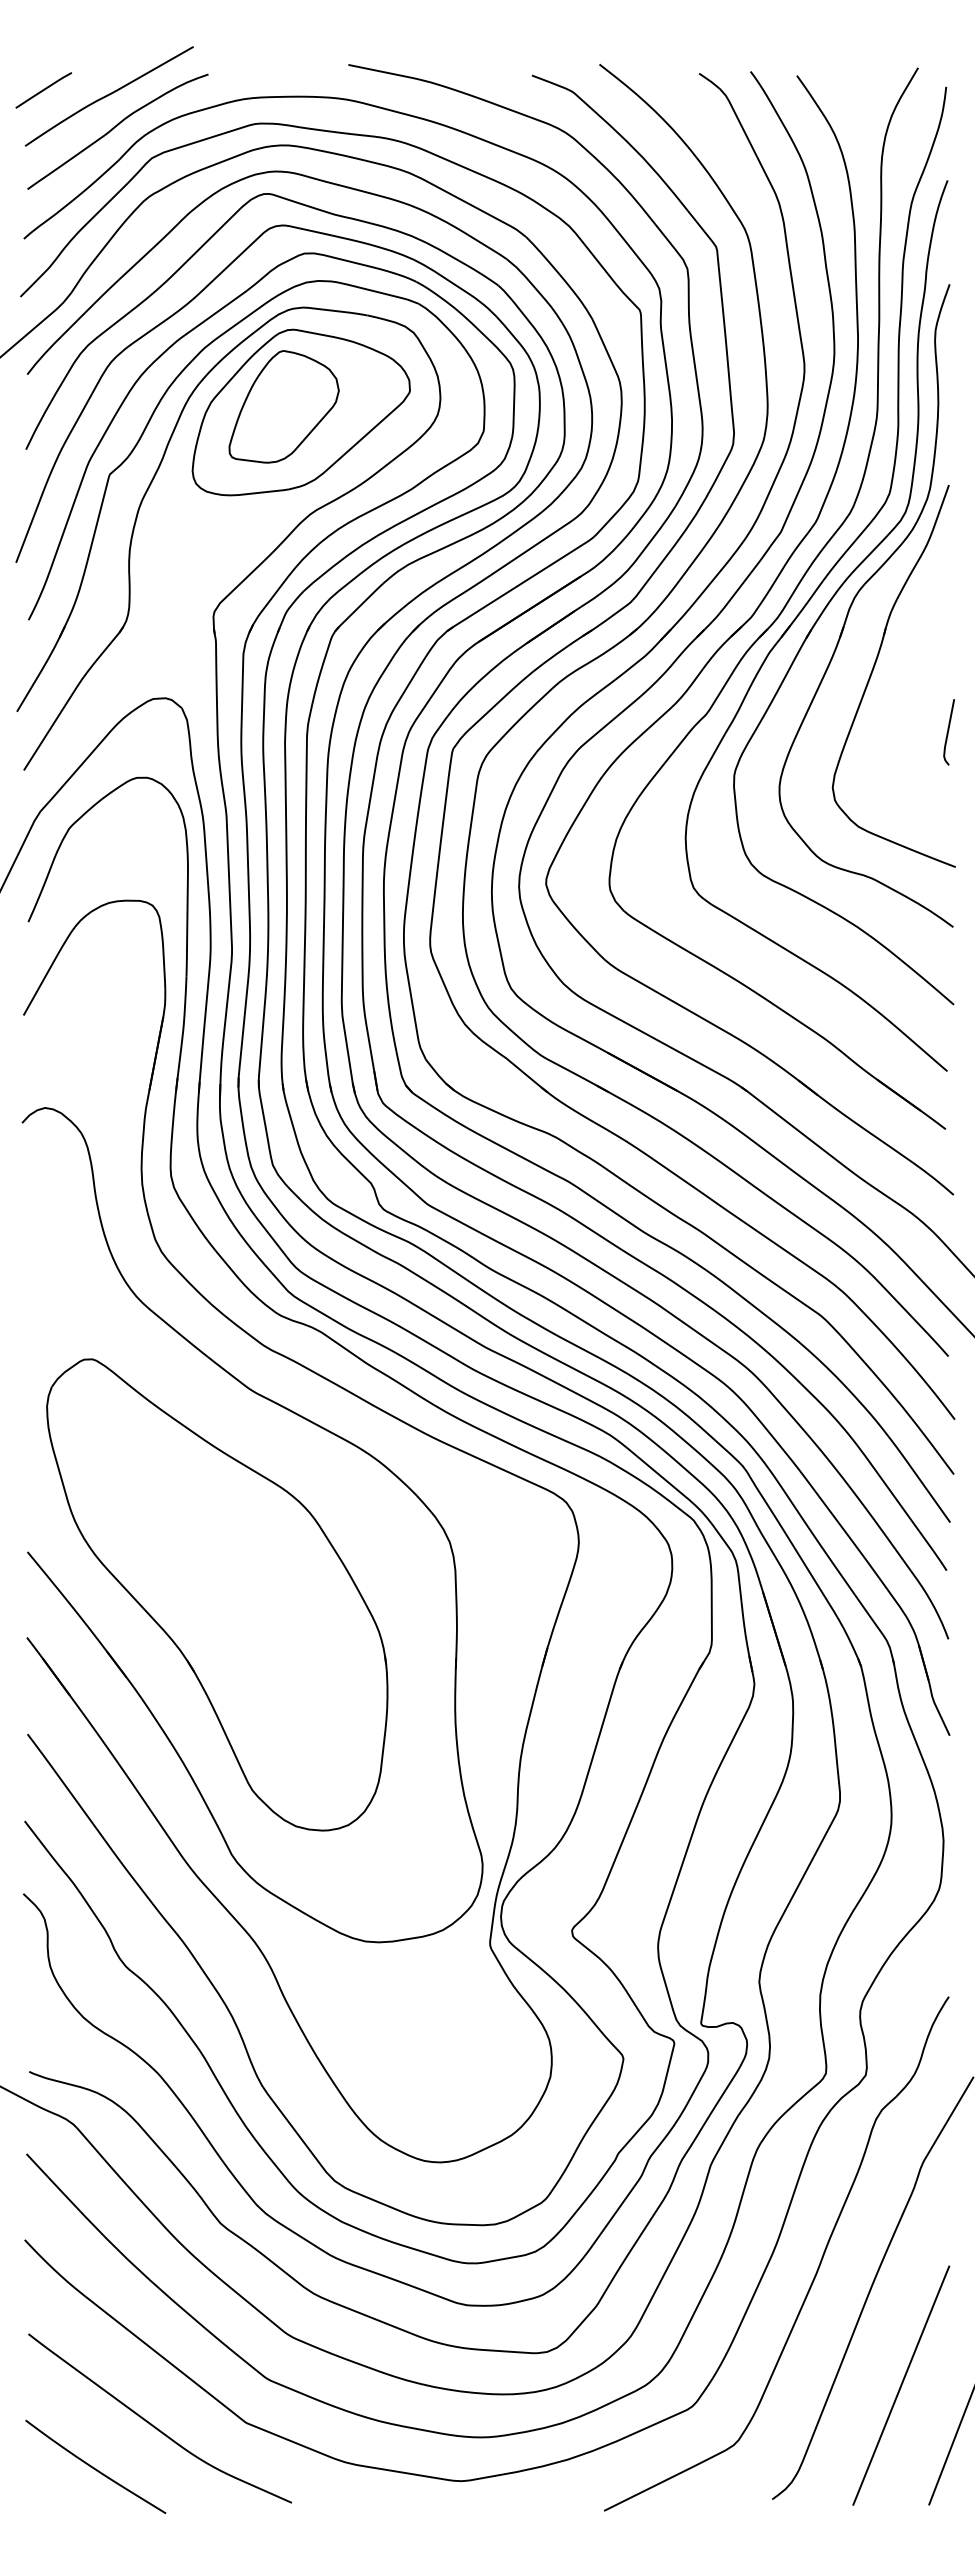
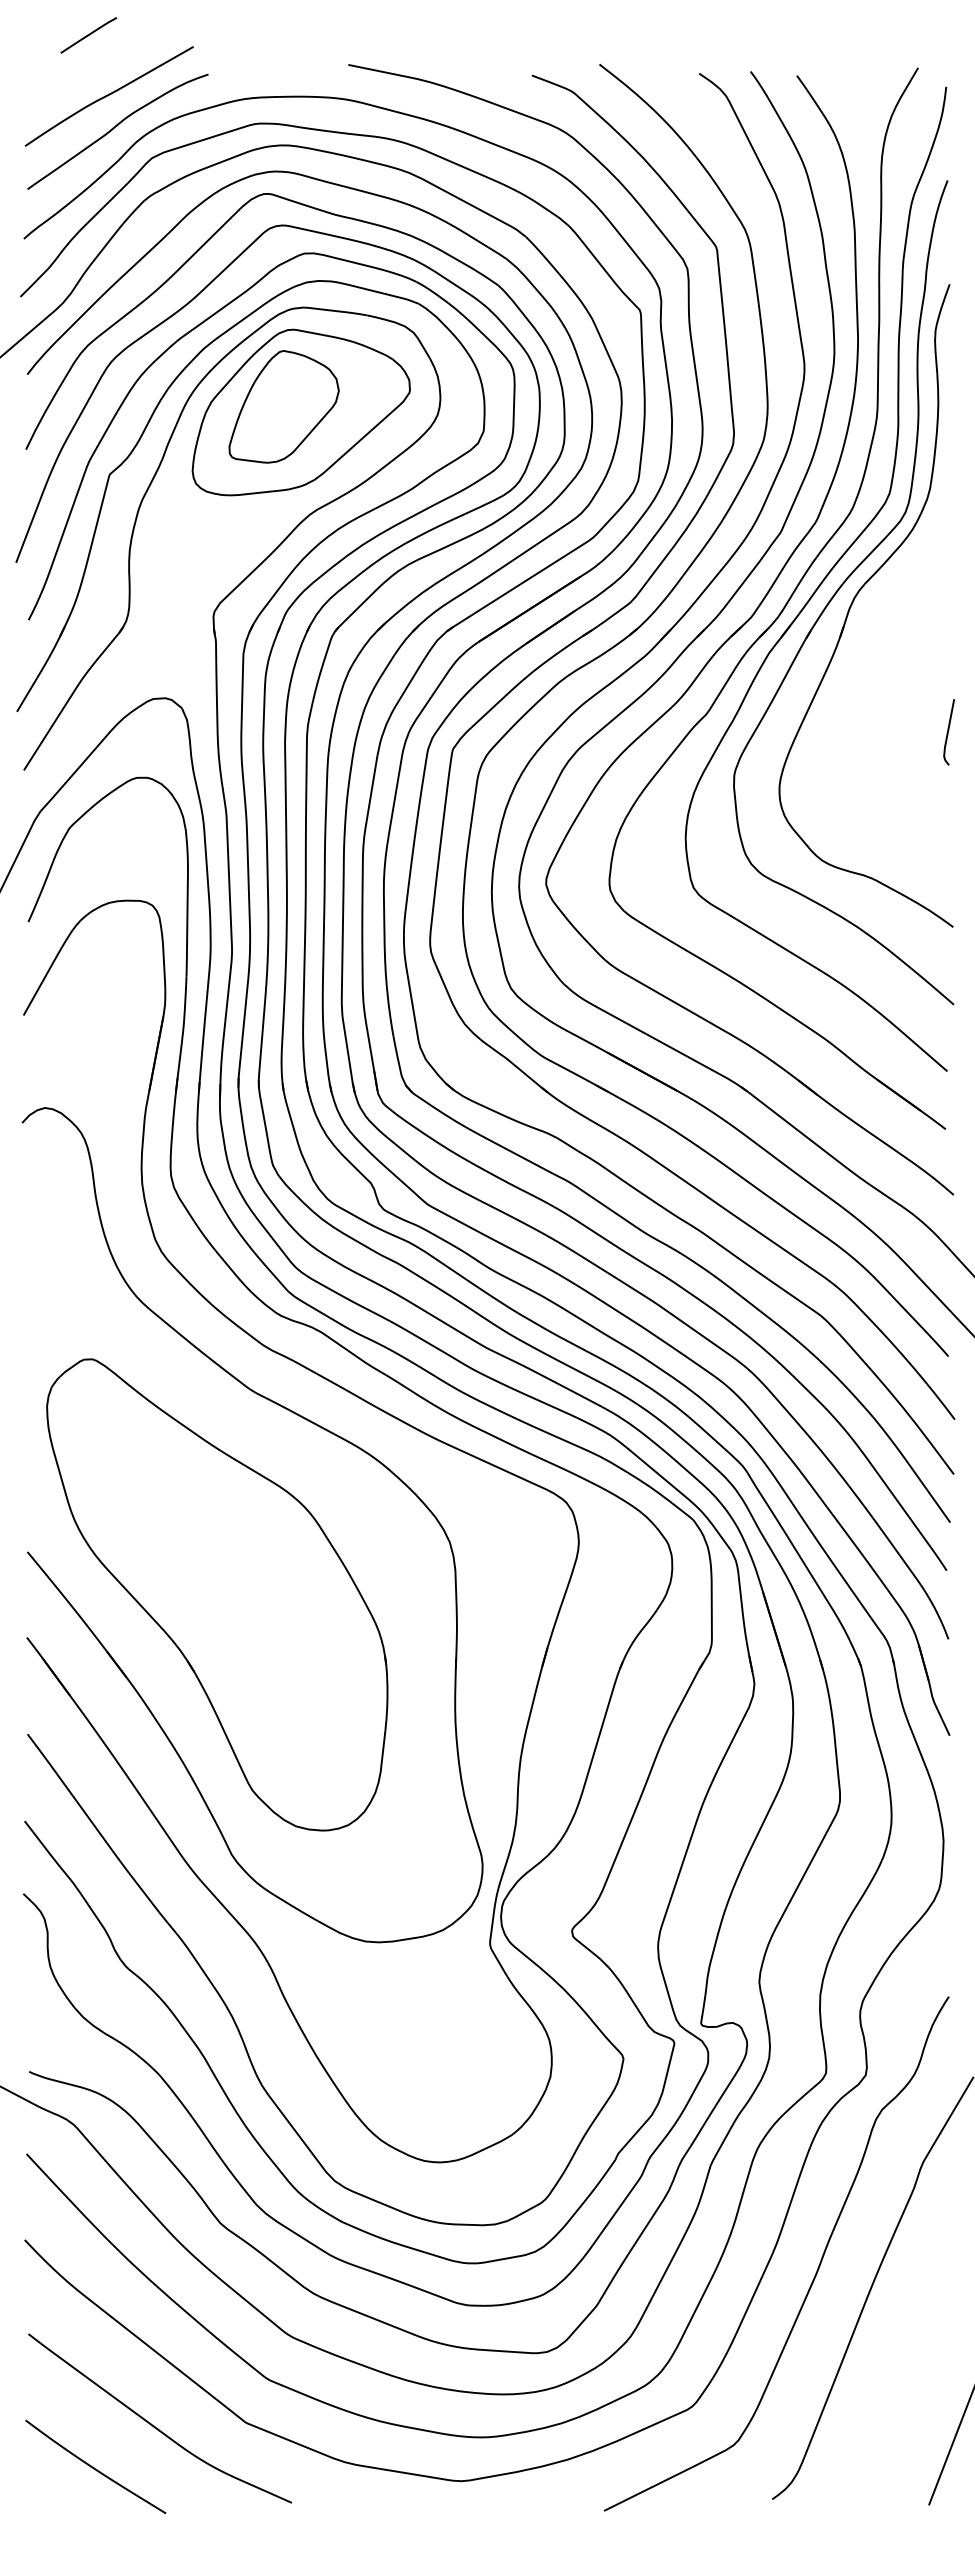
line at (43, 90) position: (43, 90) -> (88, 35)
part at (874, 668): present -> none
line at (901, 2385): present -> none
